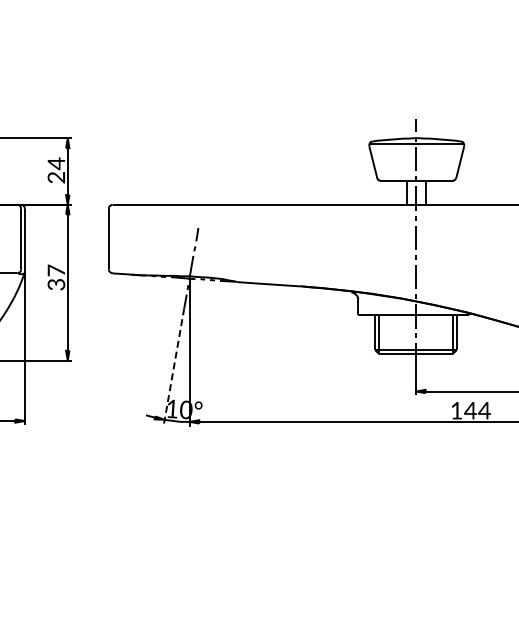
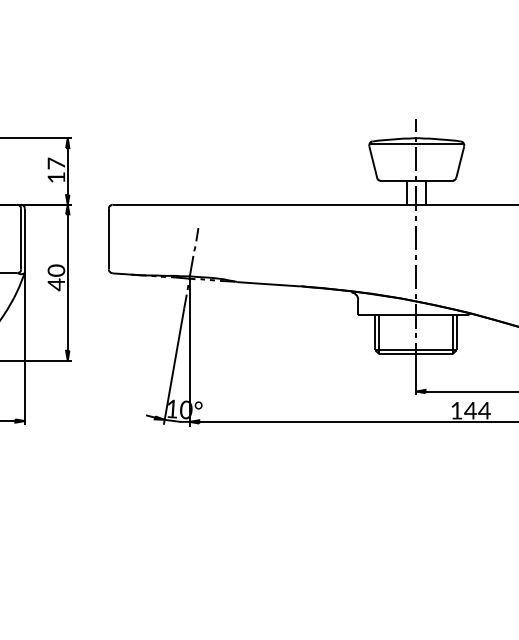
text at (56, 170): 24 -> 17
text at (56, 277): 37 -> 40
line at (173, 367): dashed -> solid
